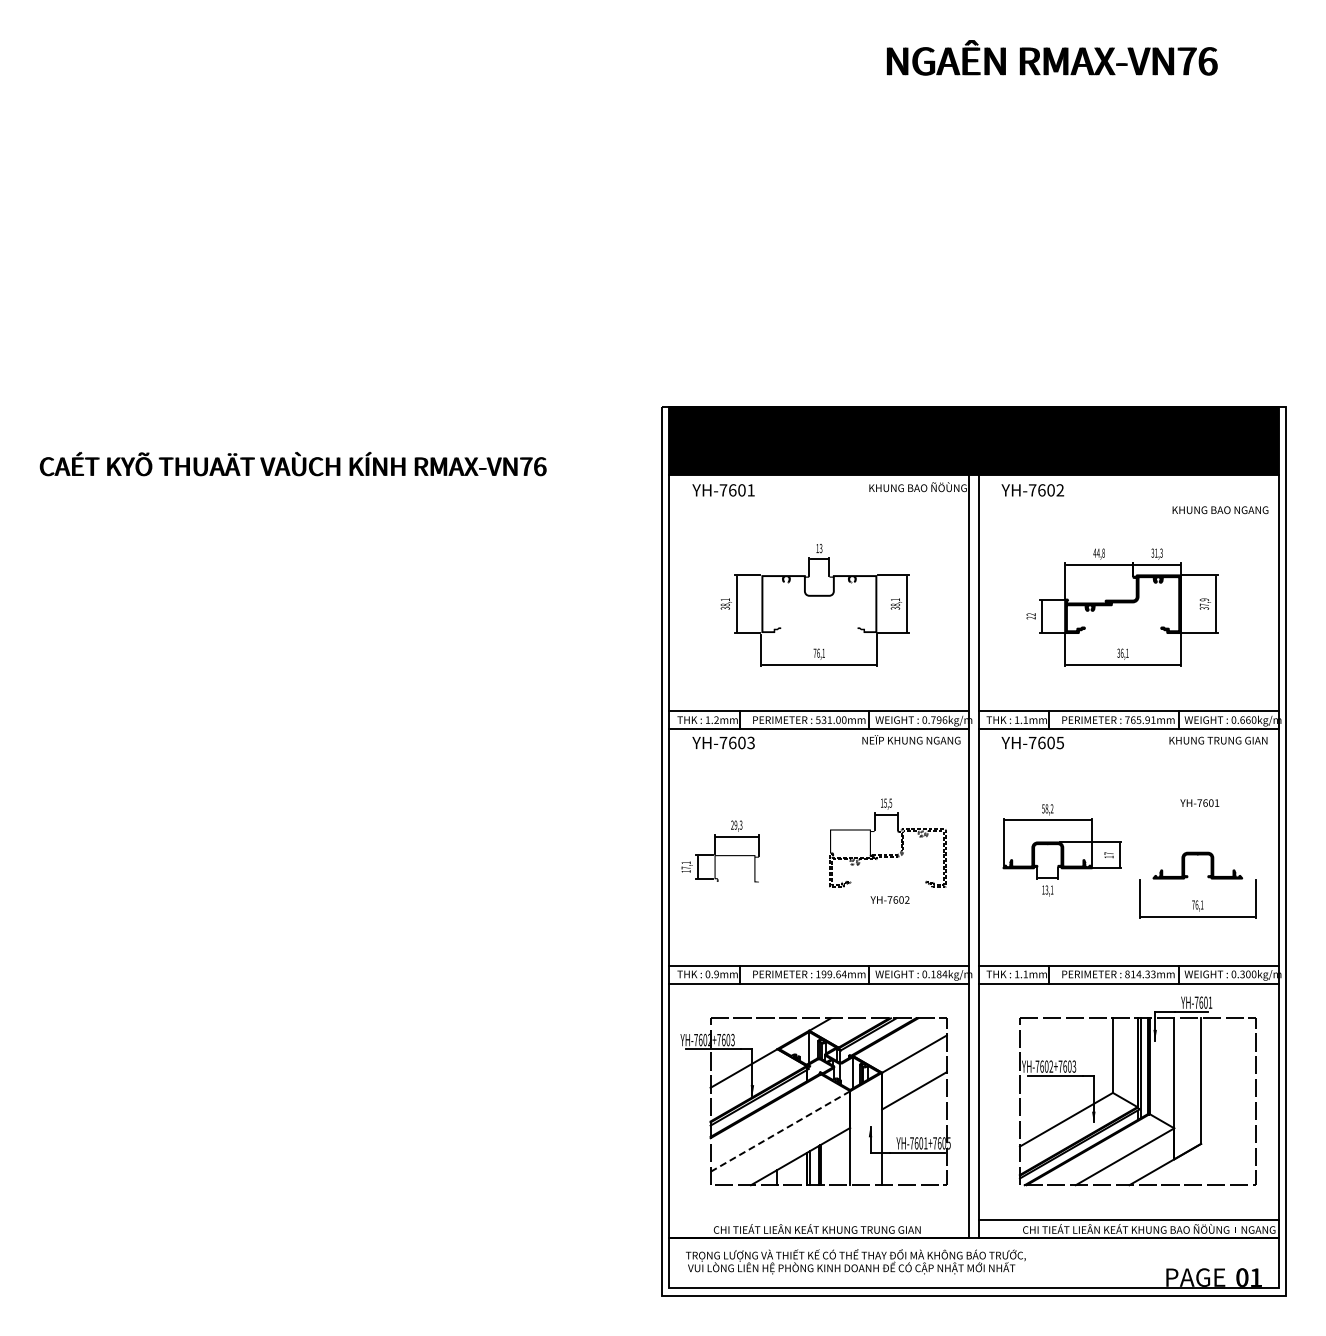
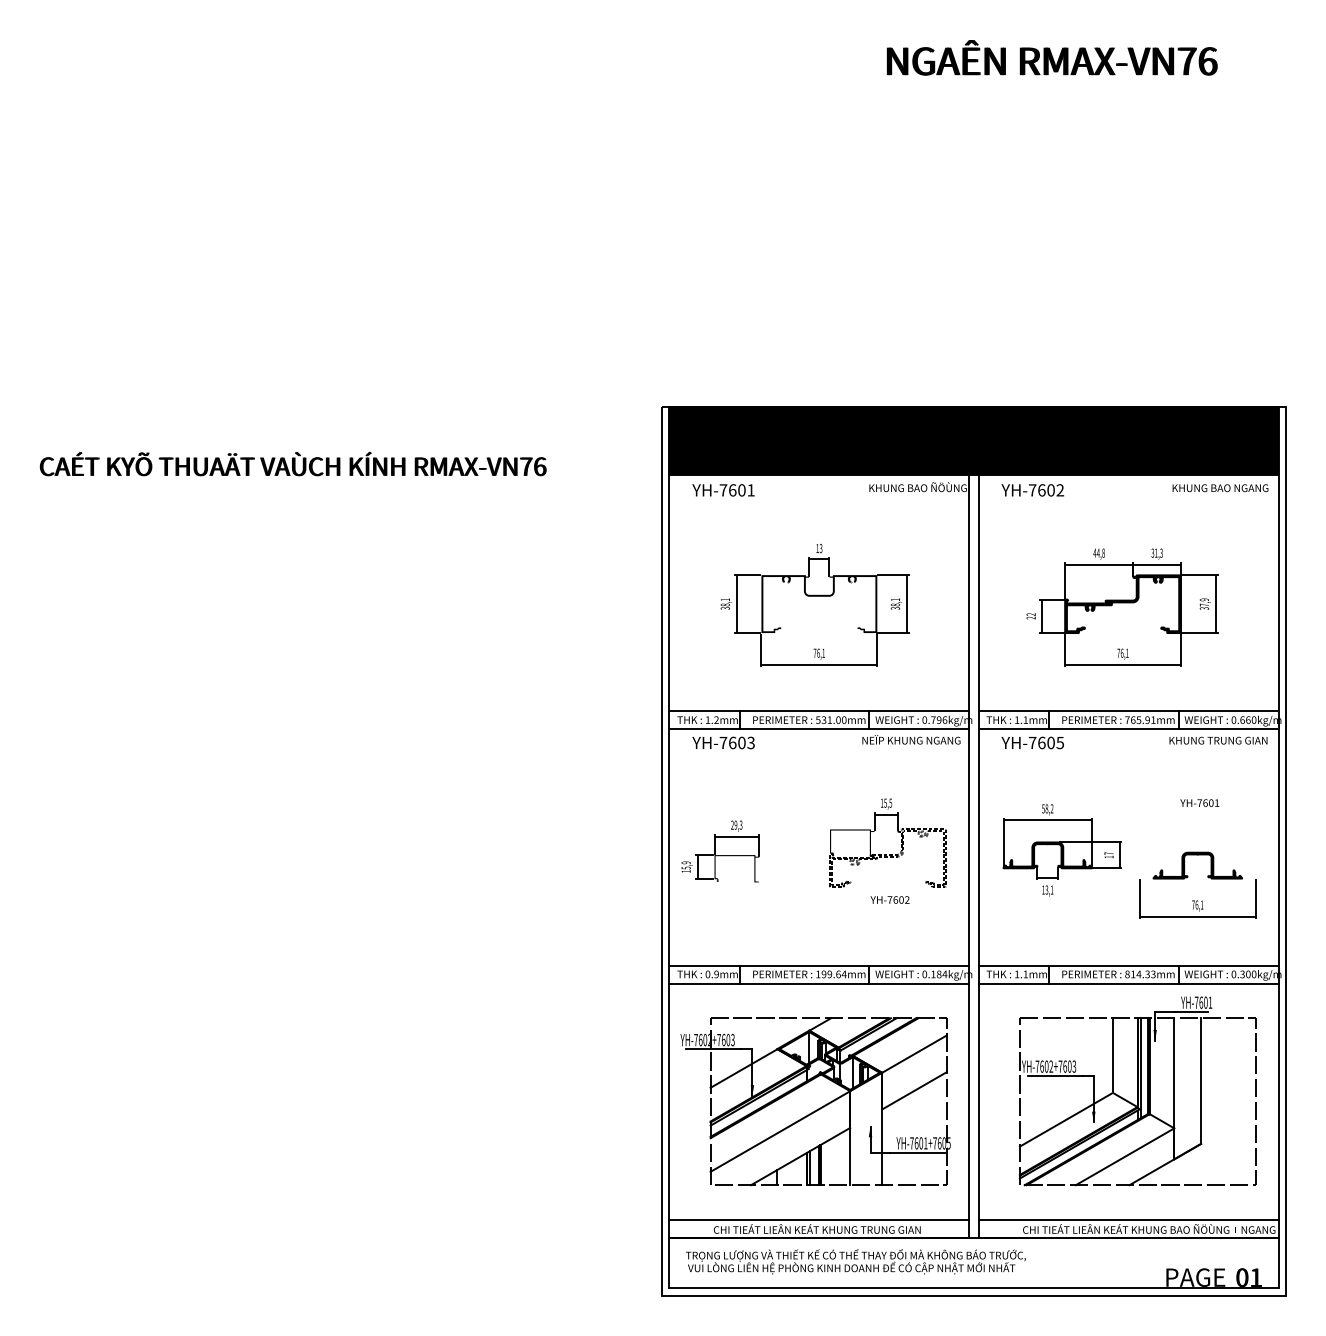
text at (1220, 510) position: (1220, 510) -> (1220, 488)
text at (1118, 652): 36,1 -> 76,1
text at (685, 865): 17,1 -> 15,9
line at (780, 1131): dashed -> solid
line at (819, 1219): none -> present
